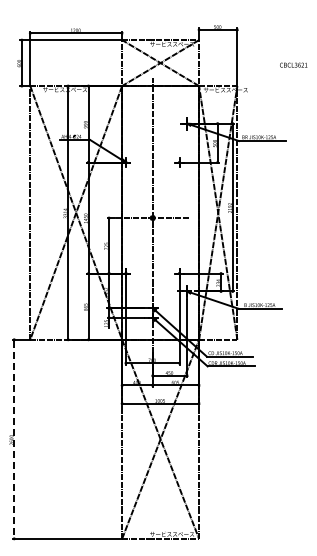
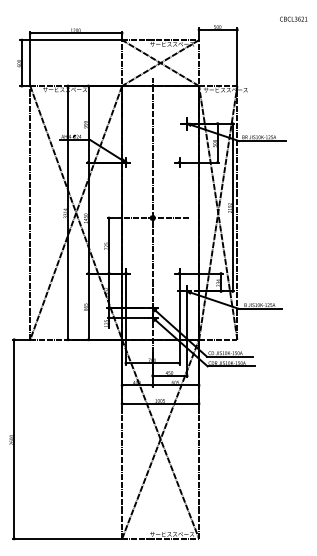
text at (293, 64) position: (293, 64) -> (293, 18)
line at (14, 439): dashed -> solid
